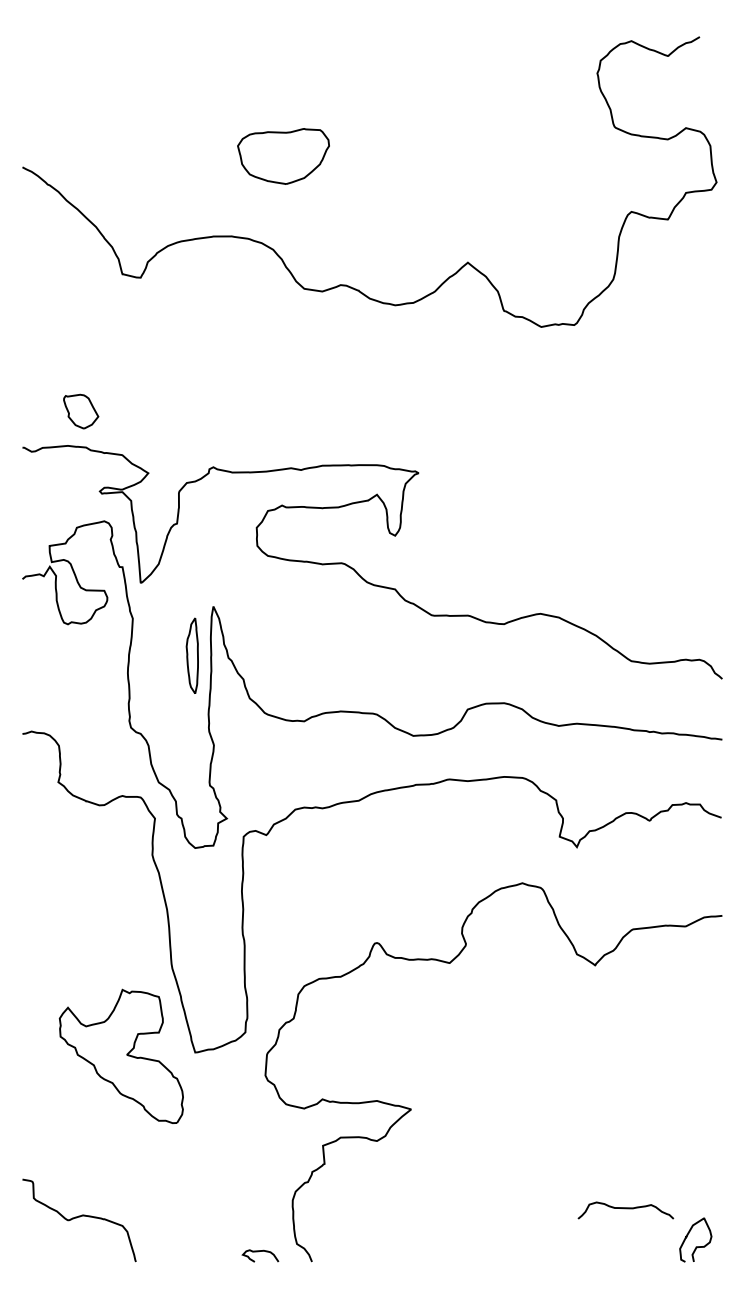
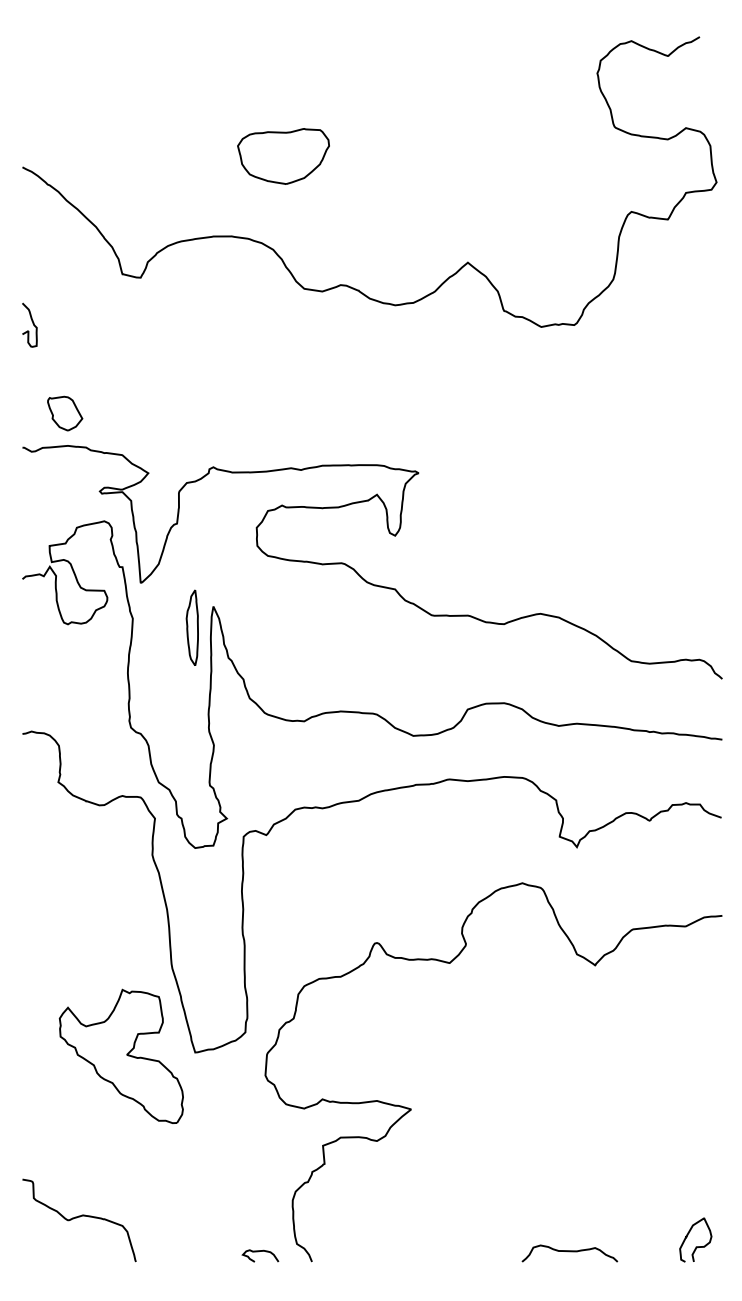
curve at (32, 323): none -> present
part at (81, 411) position: (81, 411) -> (65, 413)
part at (191, 655) position: (191, 655) -> (191, 627)
curve at (625, 1209) position: (625, 1209) -> (569, 1252)
